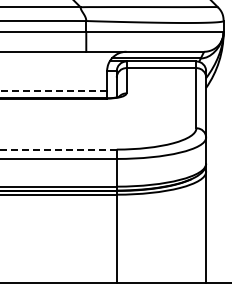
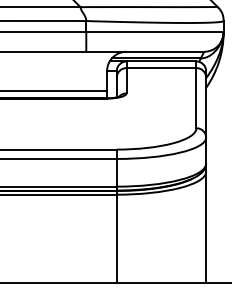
line at (53, 90): dashed -> solid
line at (57, 149): dashed -> solid
